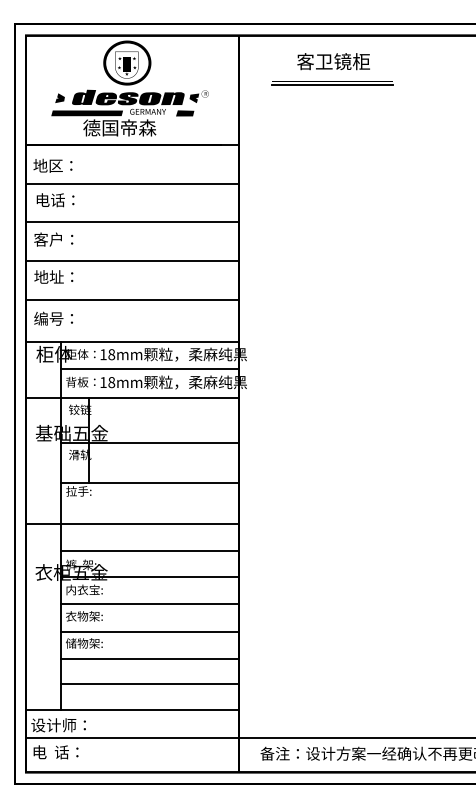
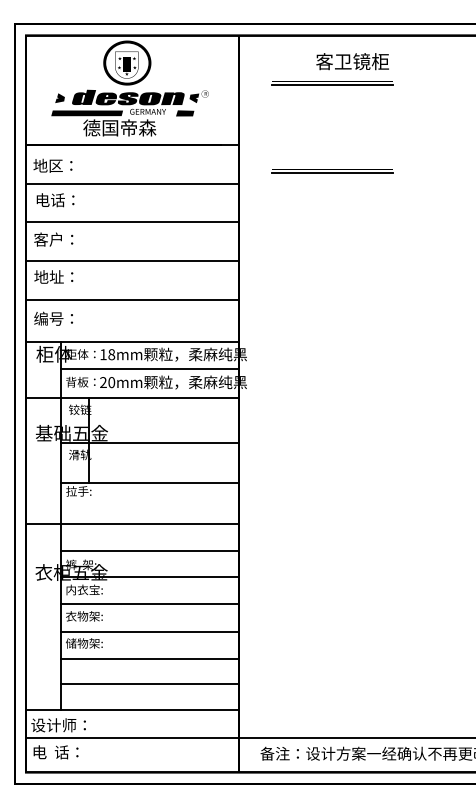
text at (333, 61) position: (333, 61) -> (352, 61)
part at (332, 171): none -> present
text at (107, 382): 18mm -> 20mm
